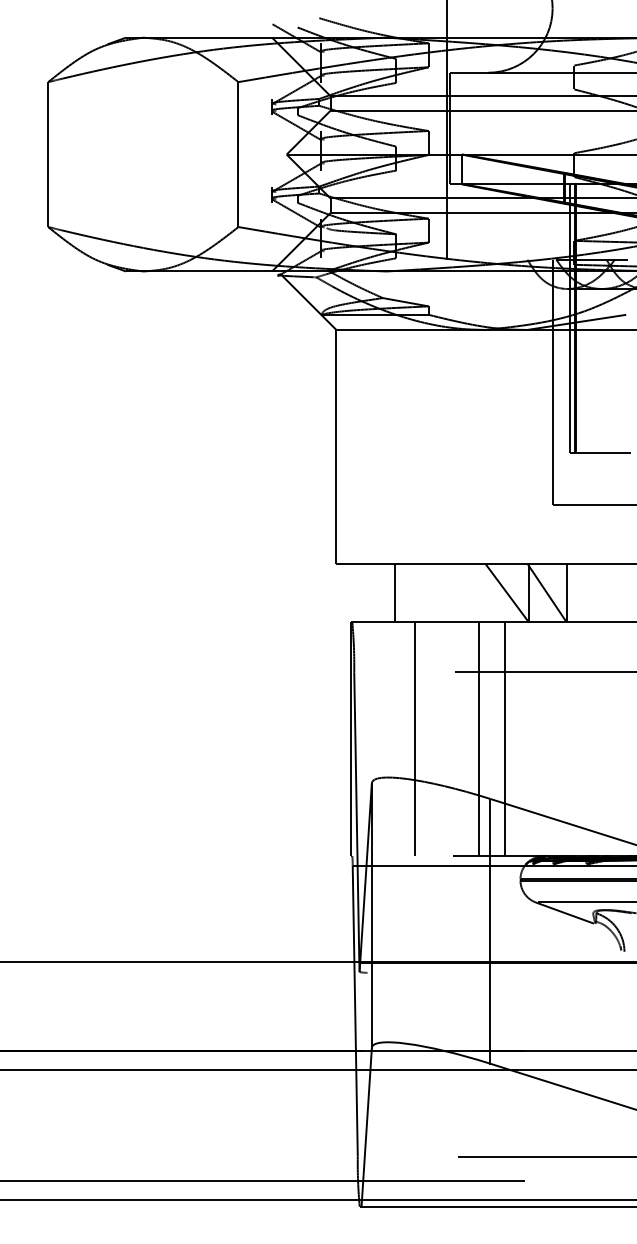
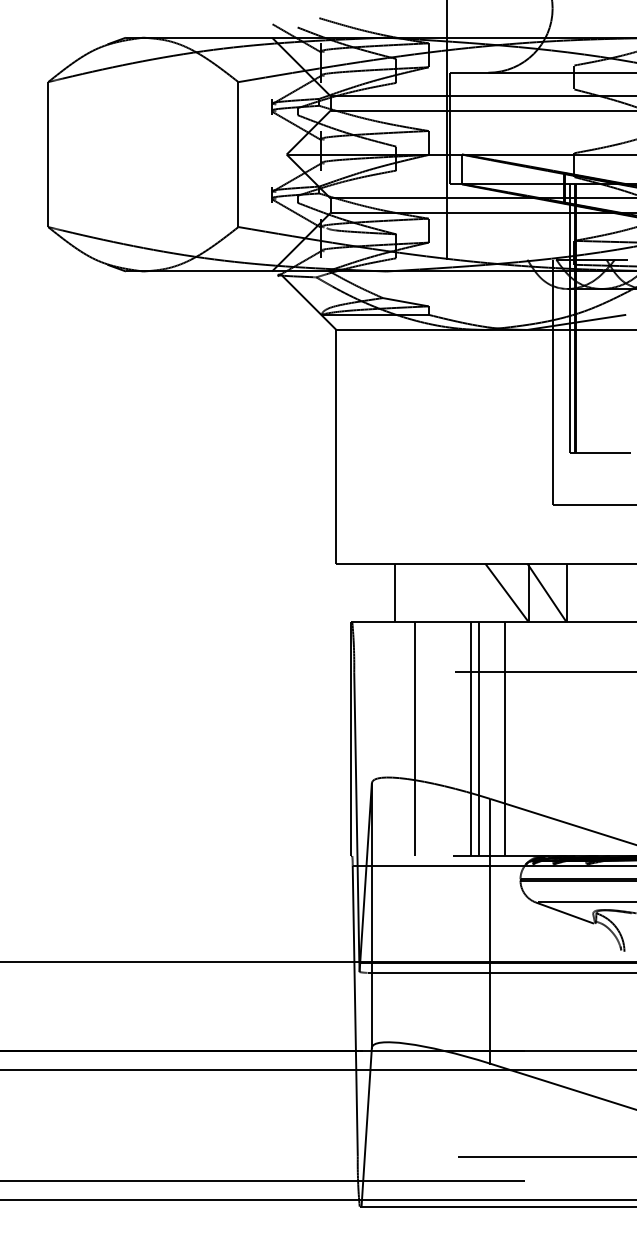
line at (471, 738): none -> present
line at (500, 972): none -> present
